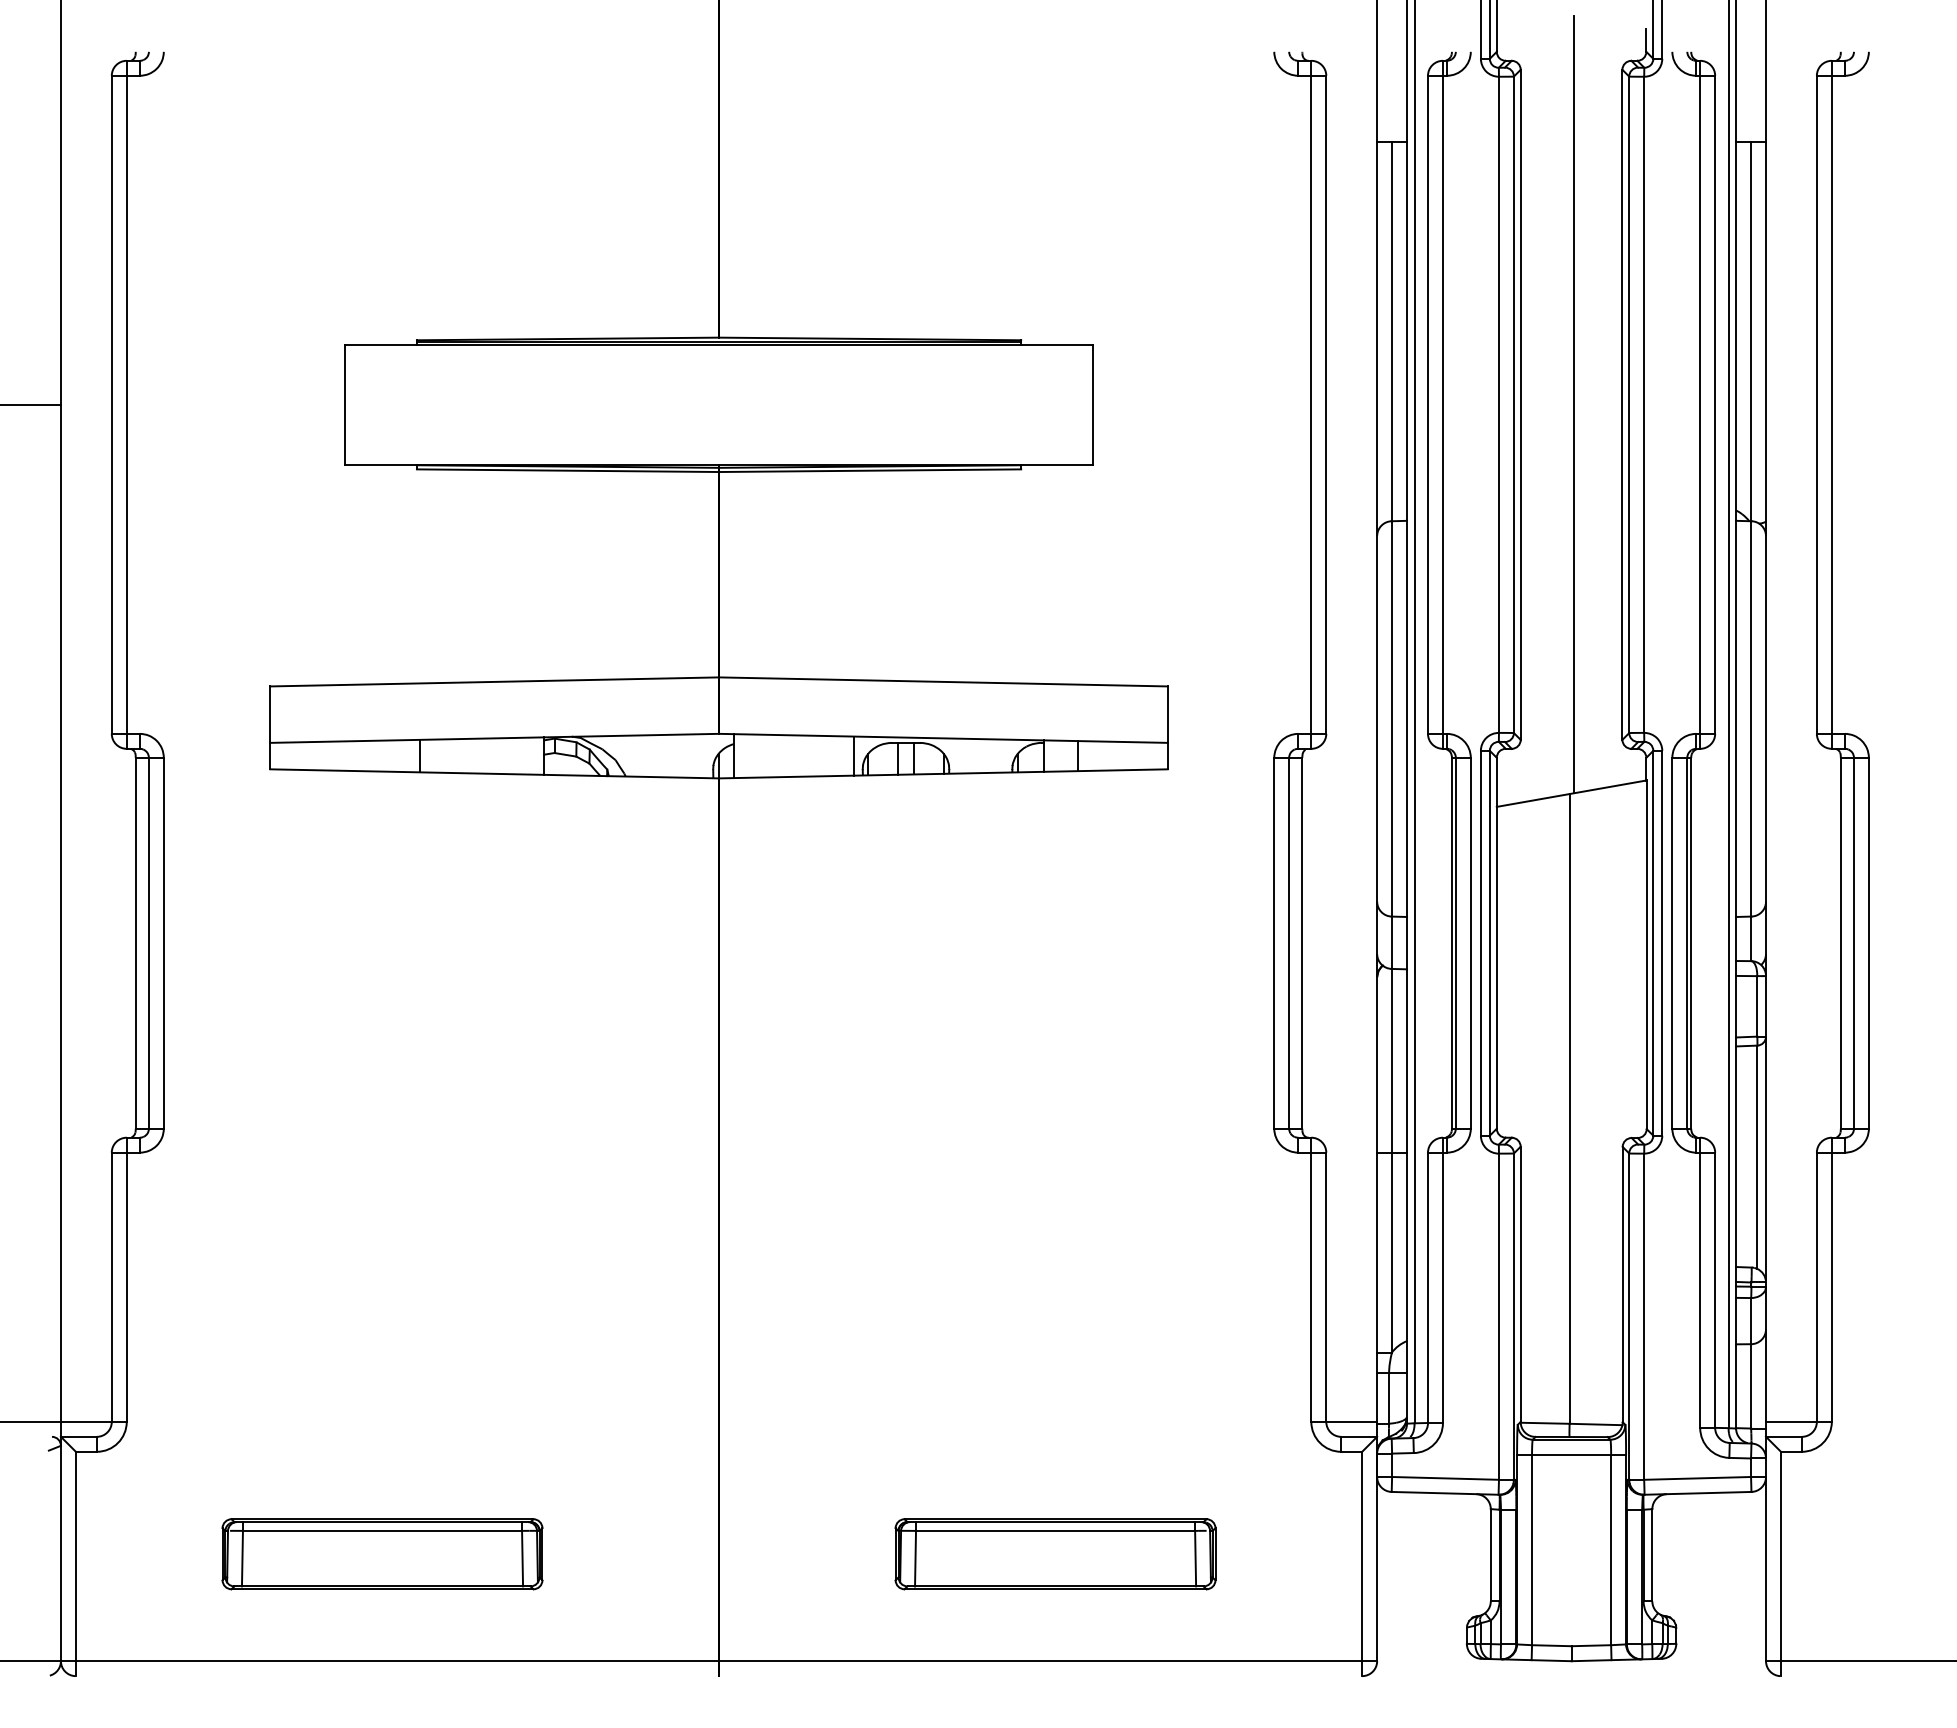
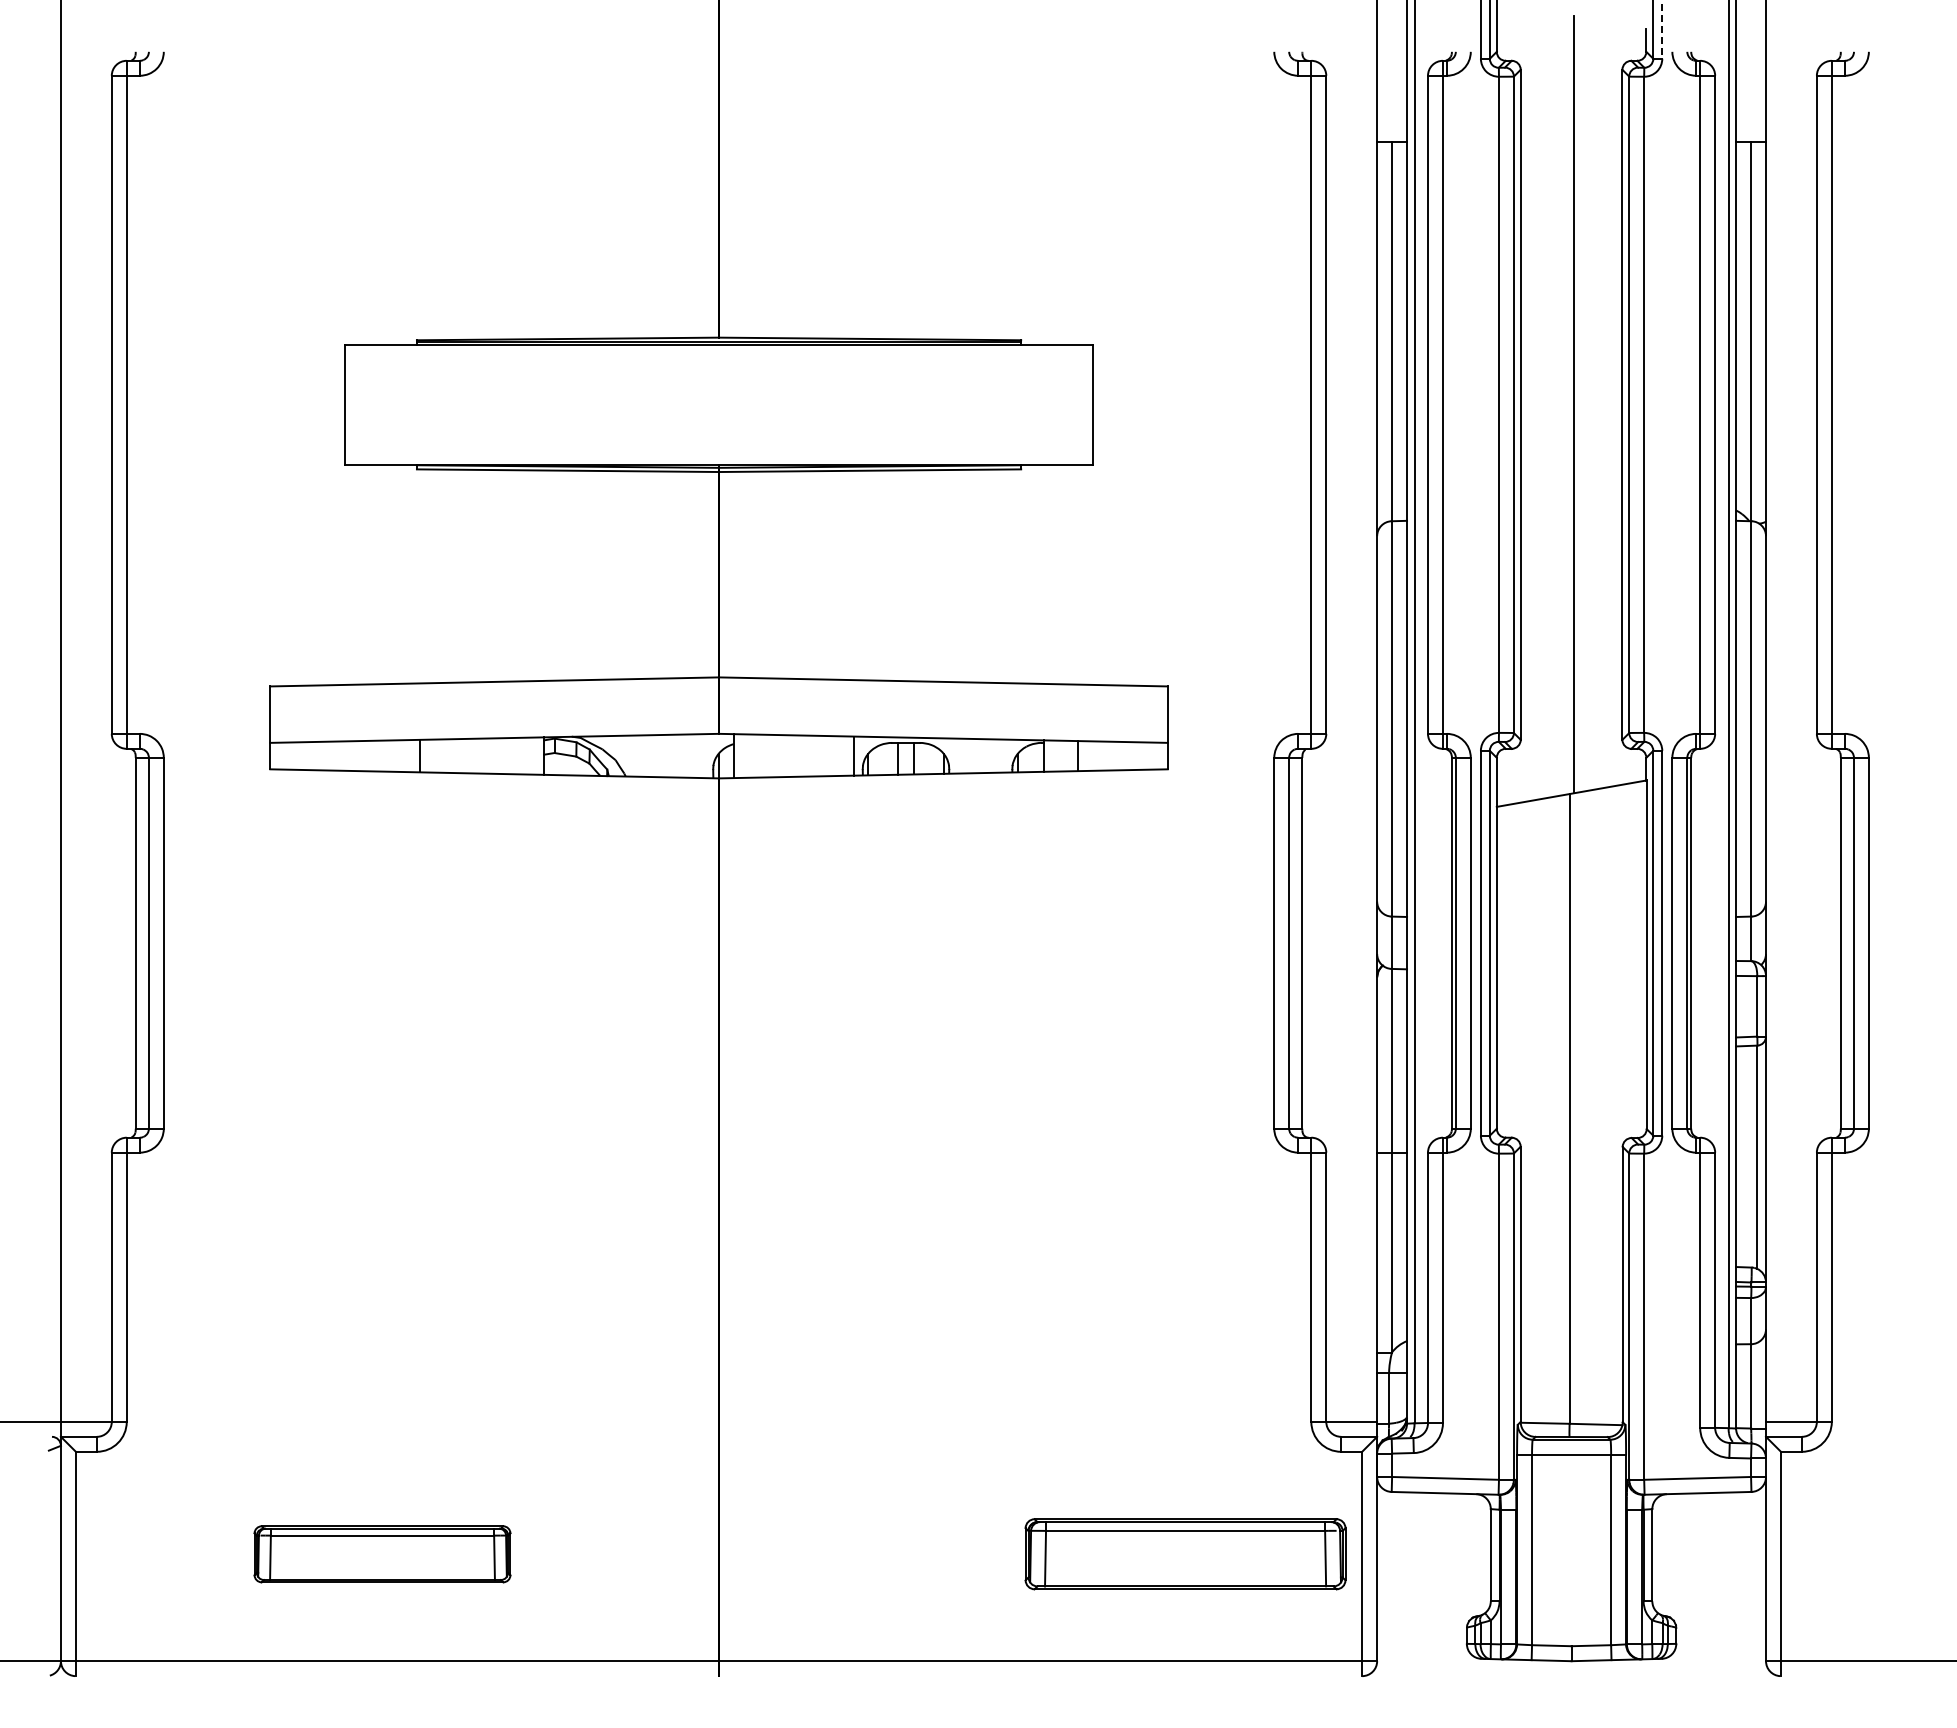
line at (1662, 29): solid -> dashed
line at (31, 404): present -> none
part at (382, 1554) size: 323x73 px -> 259x59 px
part at (1055, 1554) position: (1055, 1554) -> (1185, 1554)
